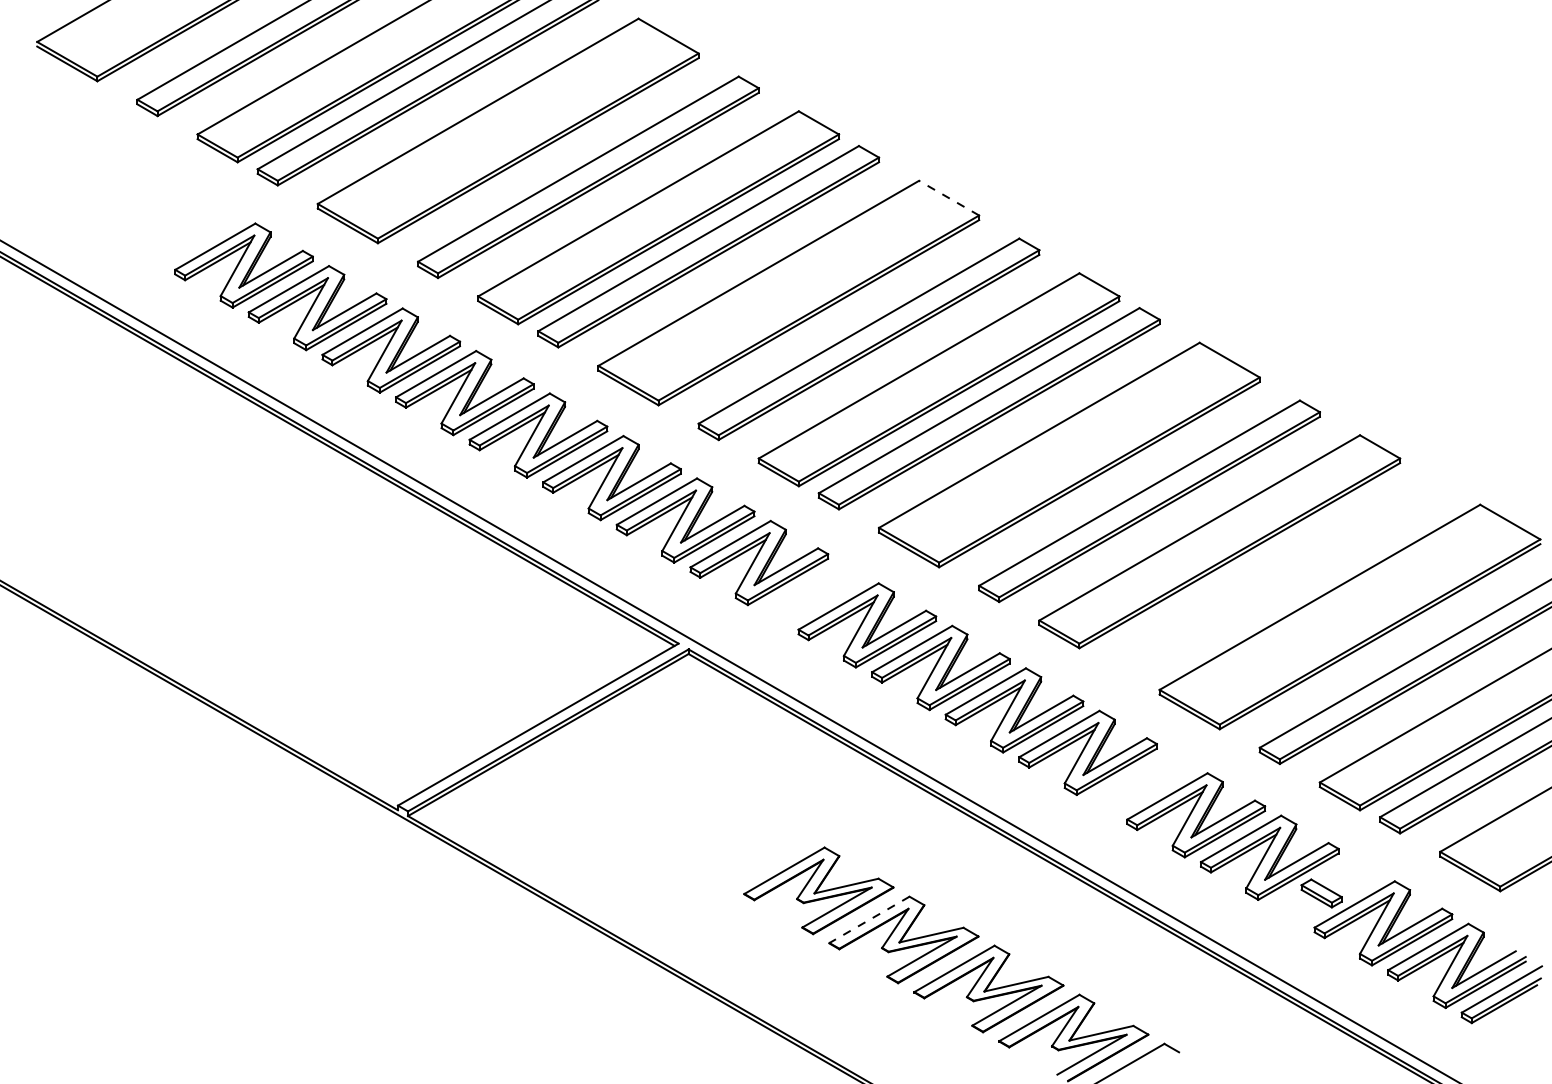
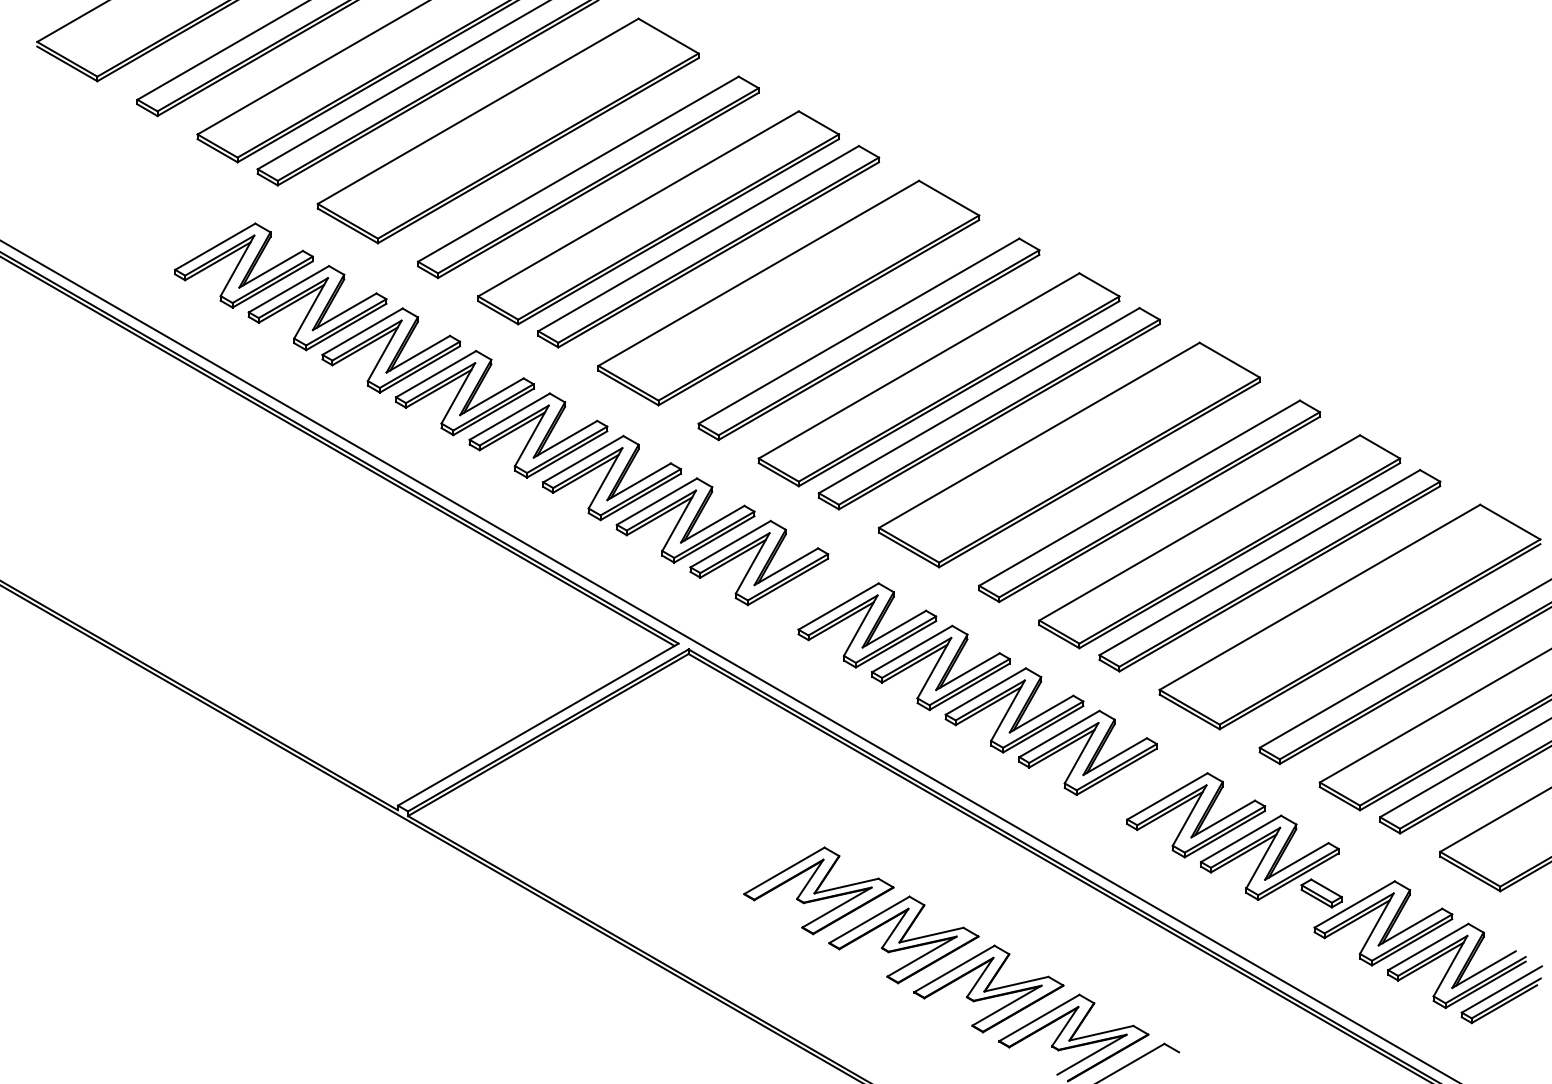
line at (949, 198): dashed -> solid
part at (1269, 570): none -> present
line at (869, 920): dashed -> solid
